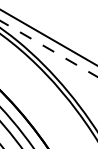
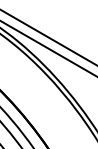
line at (49, 49): dashed -> solid
